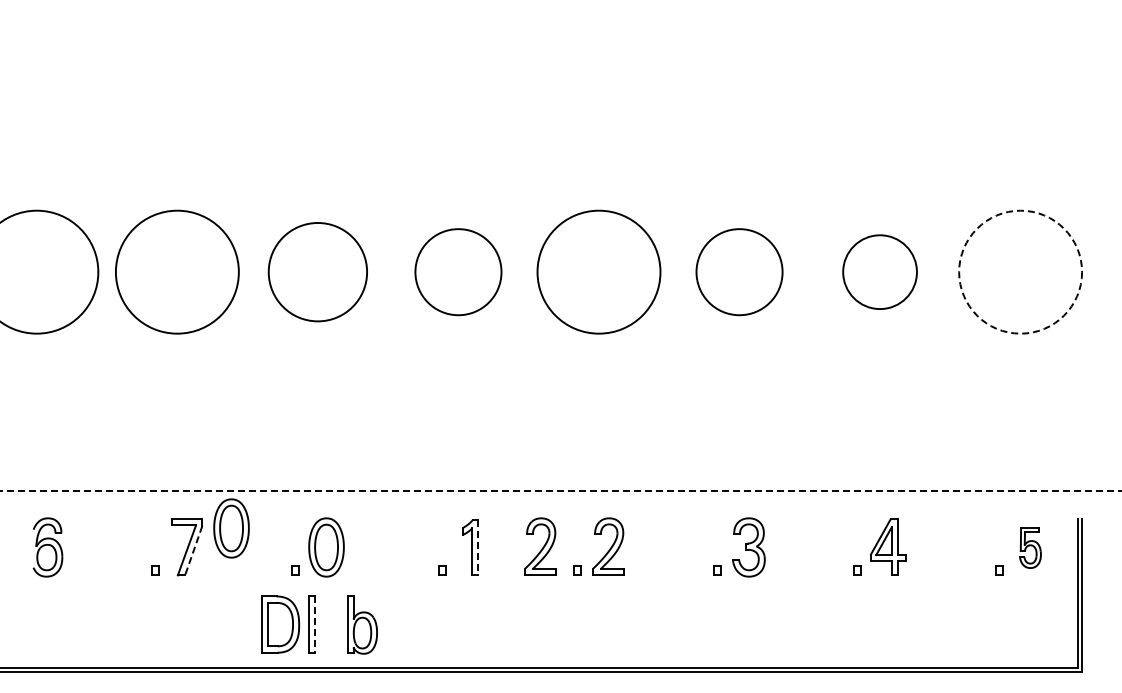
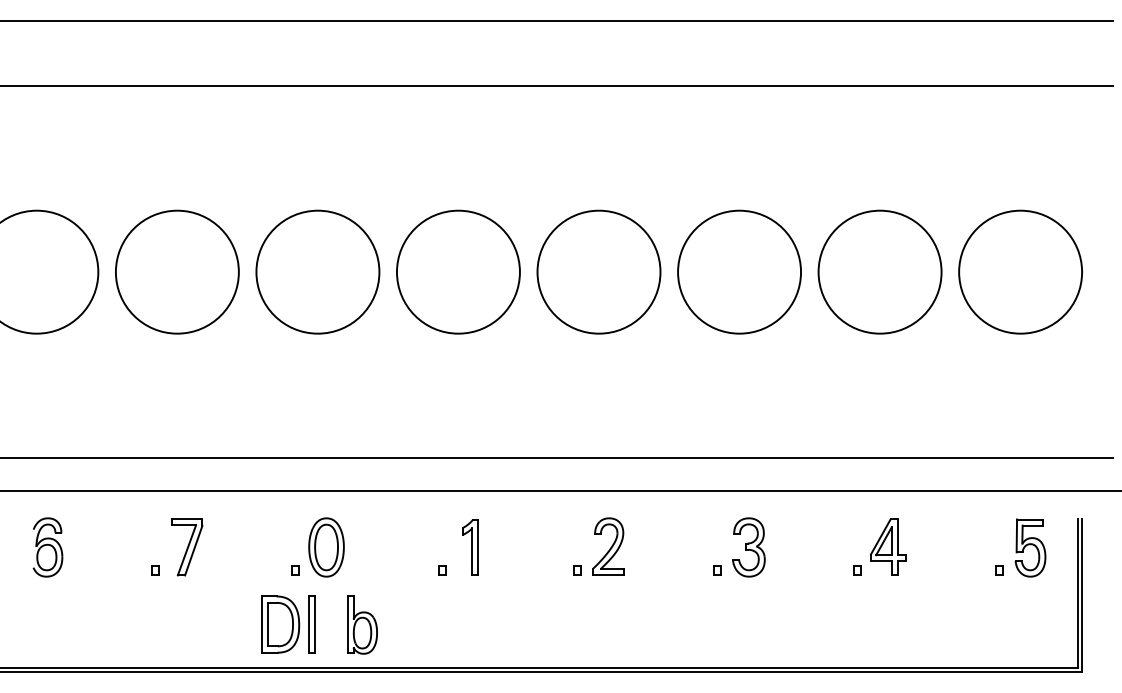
line at (557, 20): none -> present
line at (557, 85): none -> present
circle at (1020, 271): dashed -> solid
circle at (317, 272) diameter: 98 px -> 123 px
circle at (458, 272) diameter: 86 px -> 123 px
circle at (739, 272) diameter: 86 px -> 123 px
circle at (879, 272) diameter: 74 px -> 123 px
line at (557, 458): none -> present
line at (560, 491): dashed -> solid
part at (231, 528): present -> none
part at (540, 546): present -> none
line at (478, 547): dashed -> solid
part at (1030, 547) size: 23x42 px -> 33x60 px
line at (193, 551): dashed -> solid
line at (315, 625): dashed -> solid
